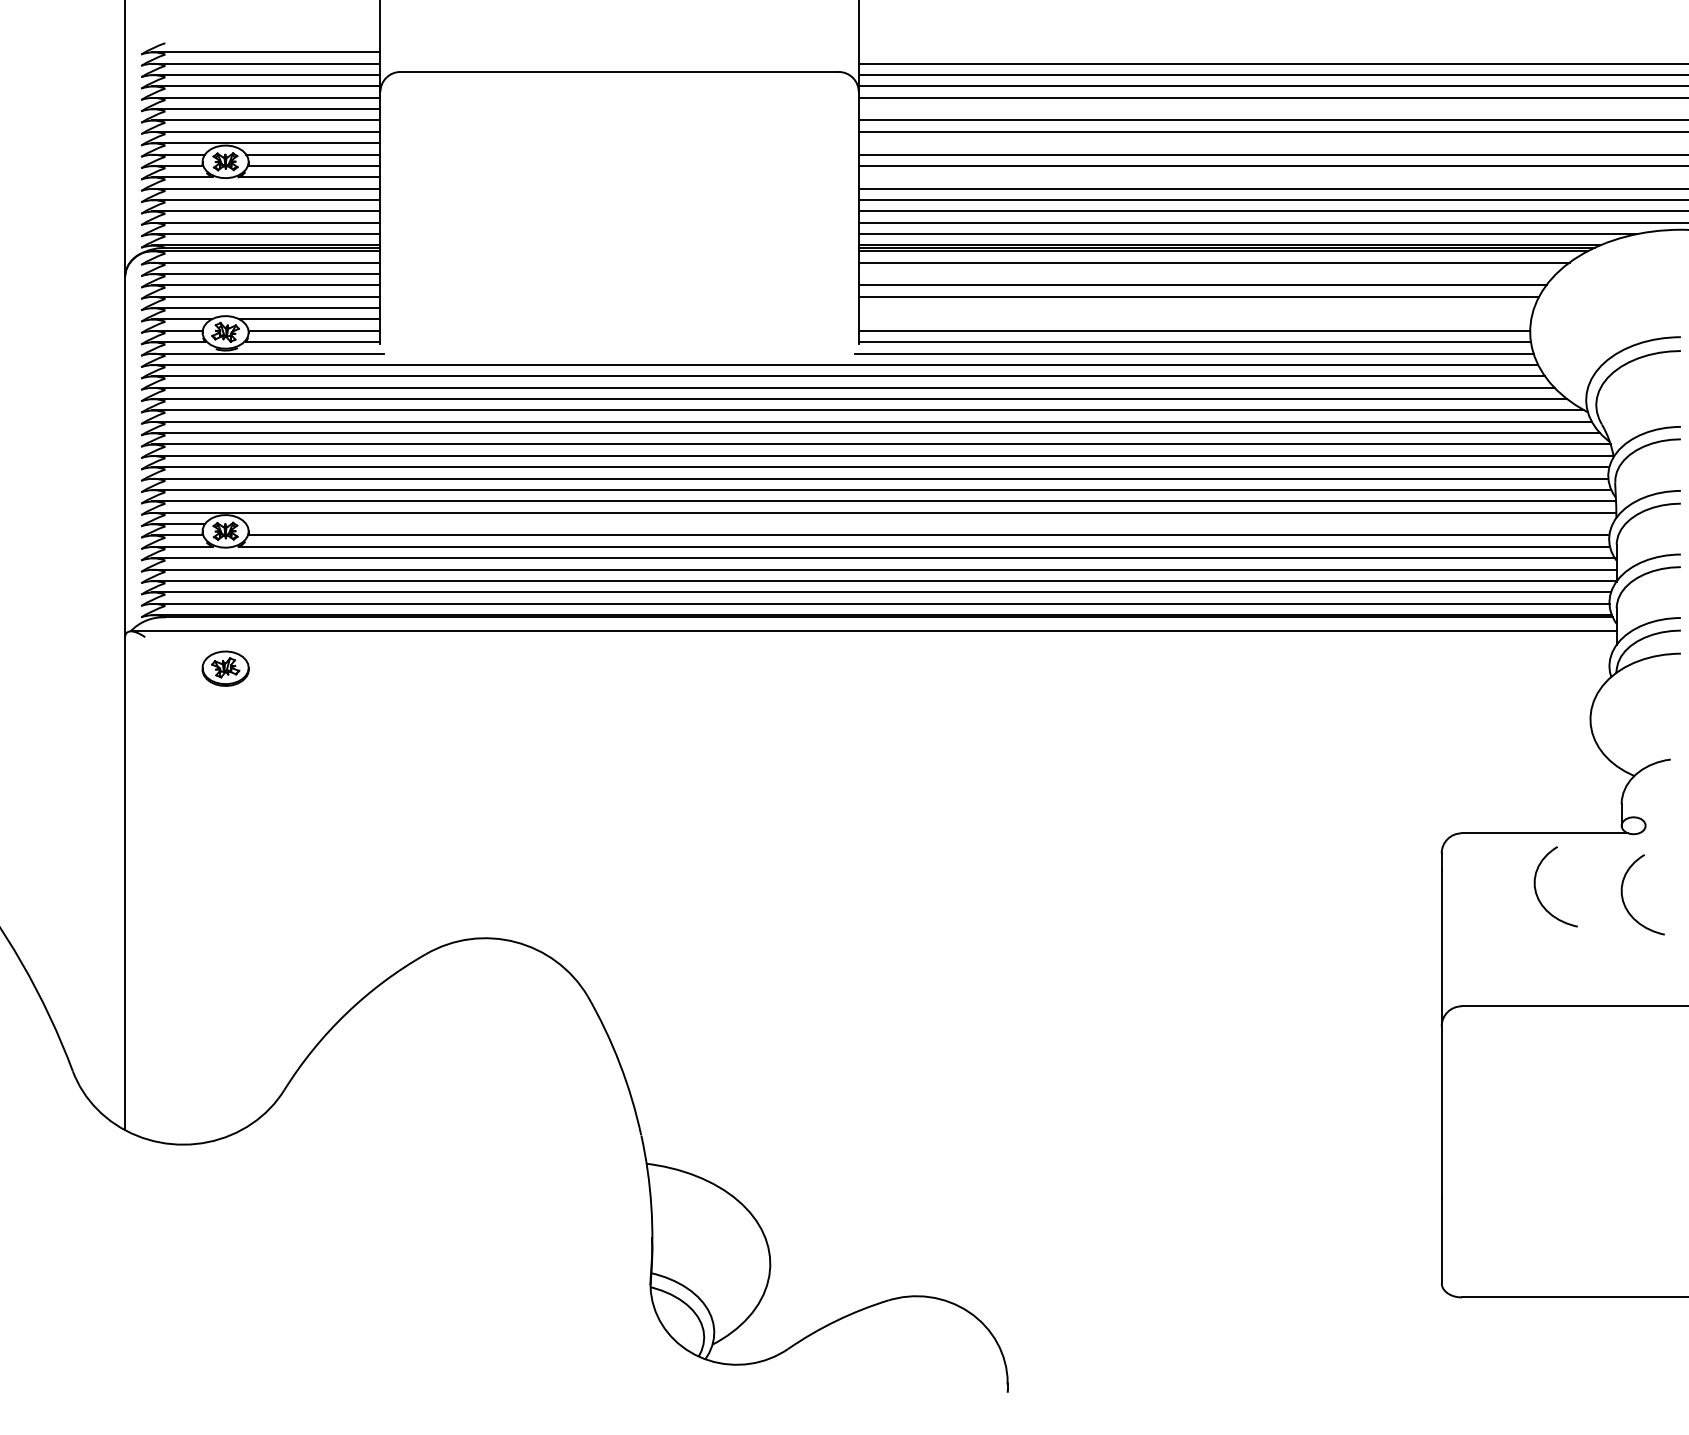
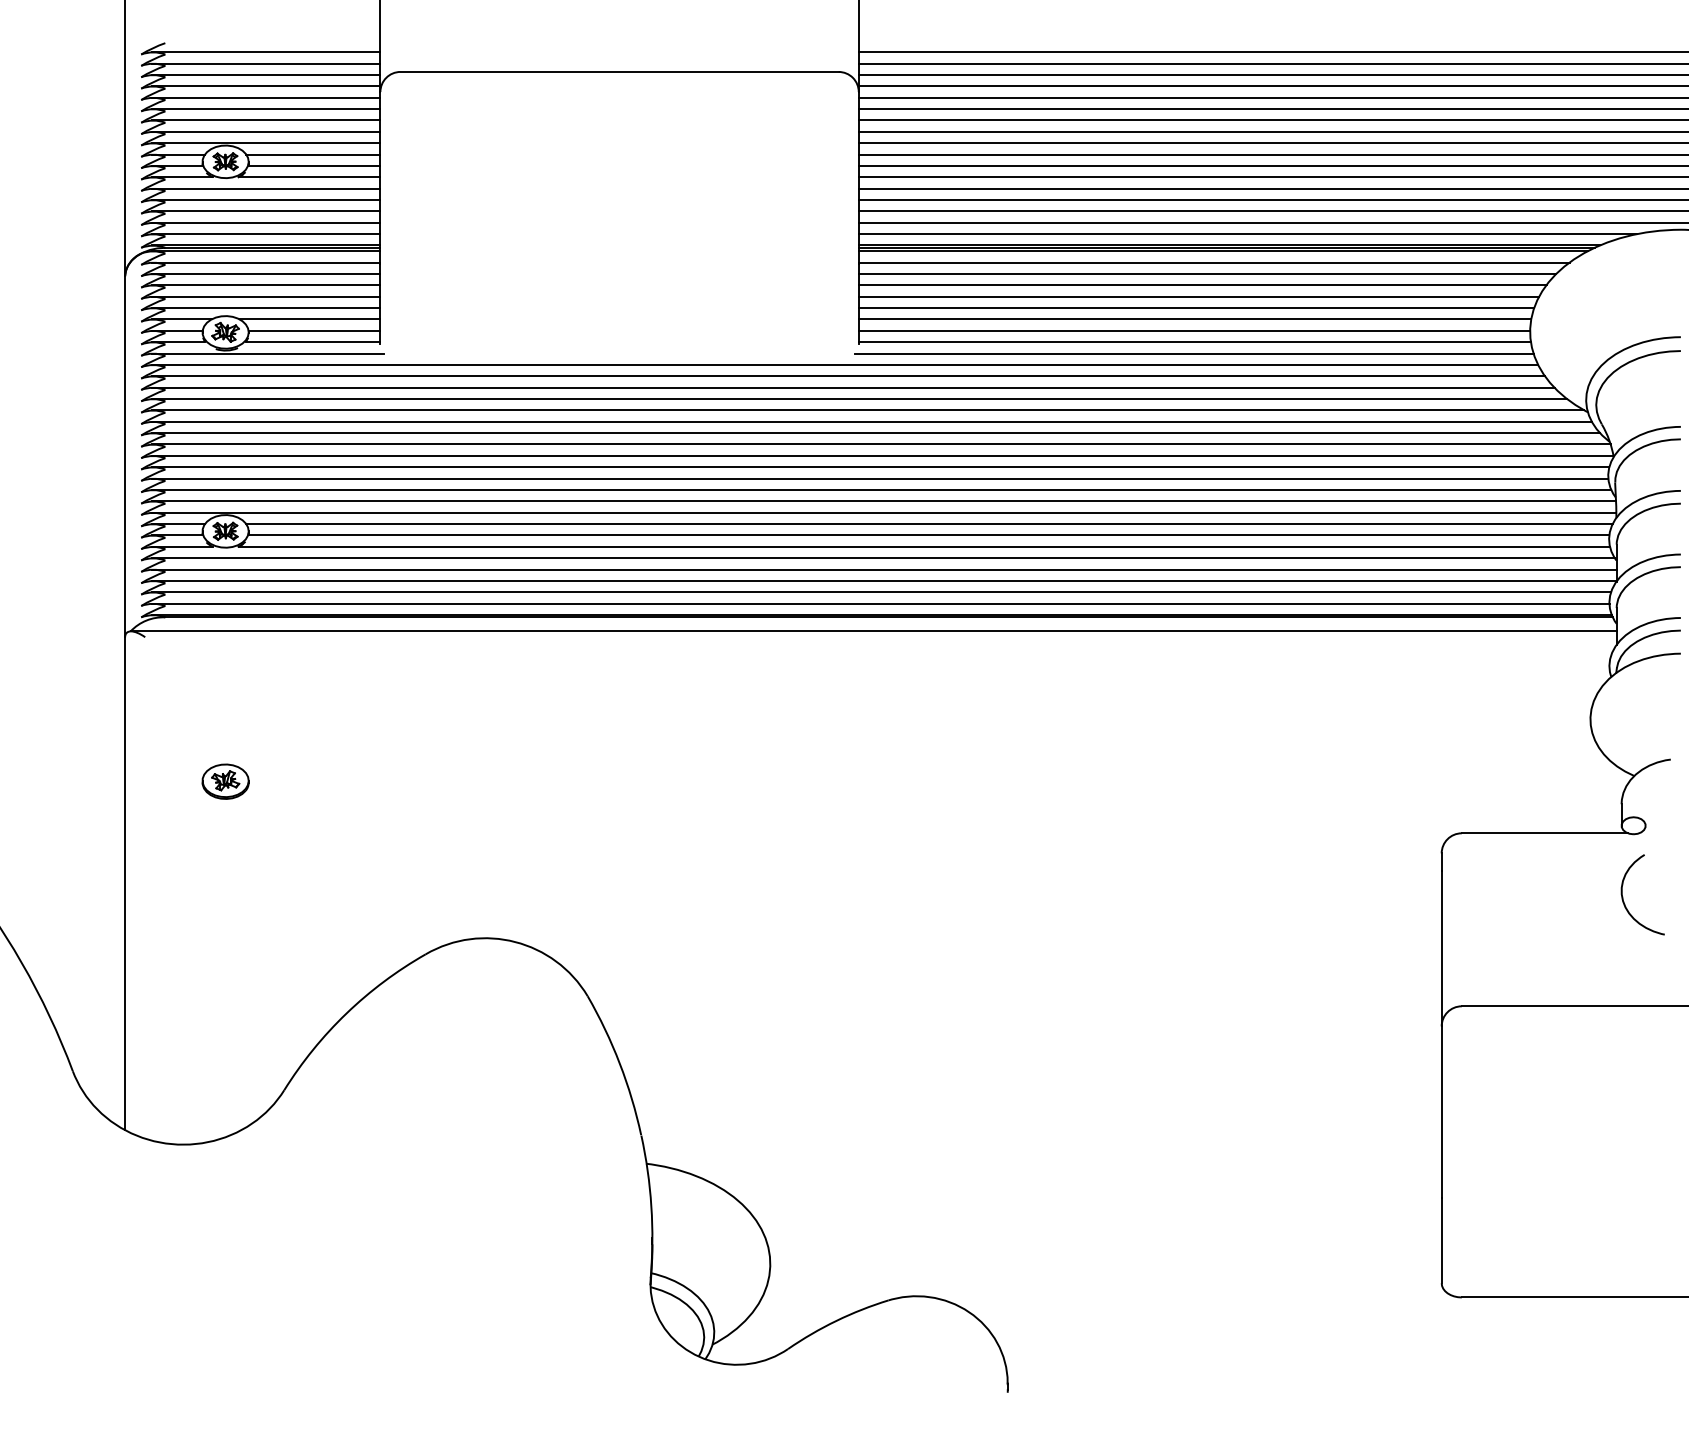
line at (1271, 52): none -> present
line at (1271, 109): none -> present
line at (1271, 143): none -> present
line at (1271, 177): none -> present
line at (1207, 273): none -> present
line at (1196, 308): none -> present
line at (1194, 319): none -> present
line at (929, 524): none -> present
part at (225, 668) position: (225, 668) -> (225, 781)
curve at (1536, 888): present -> none
